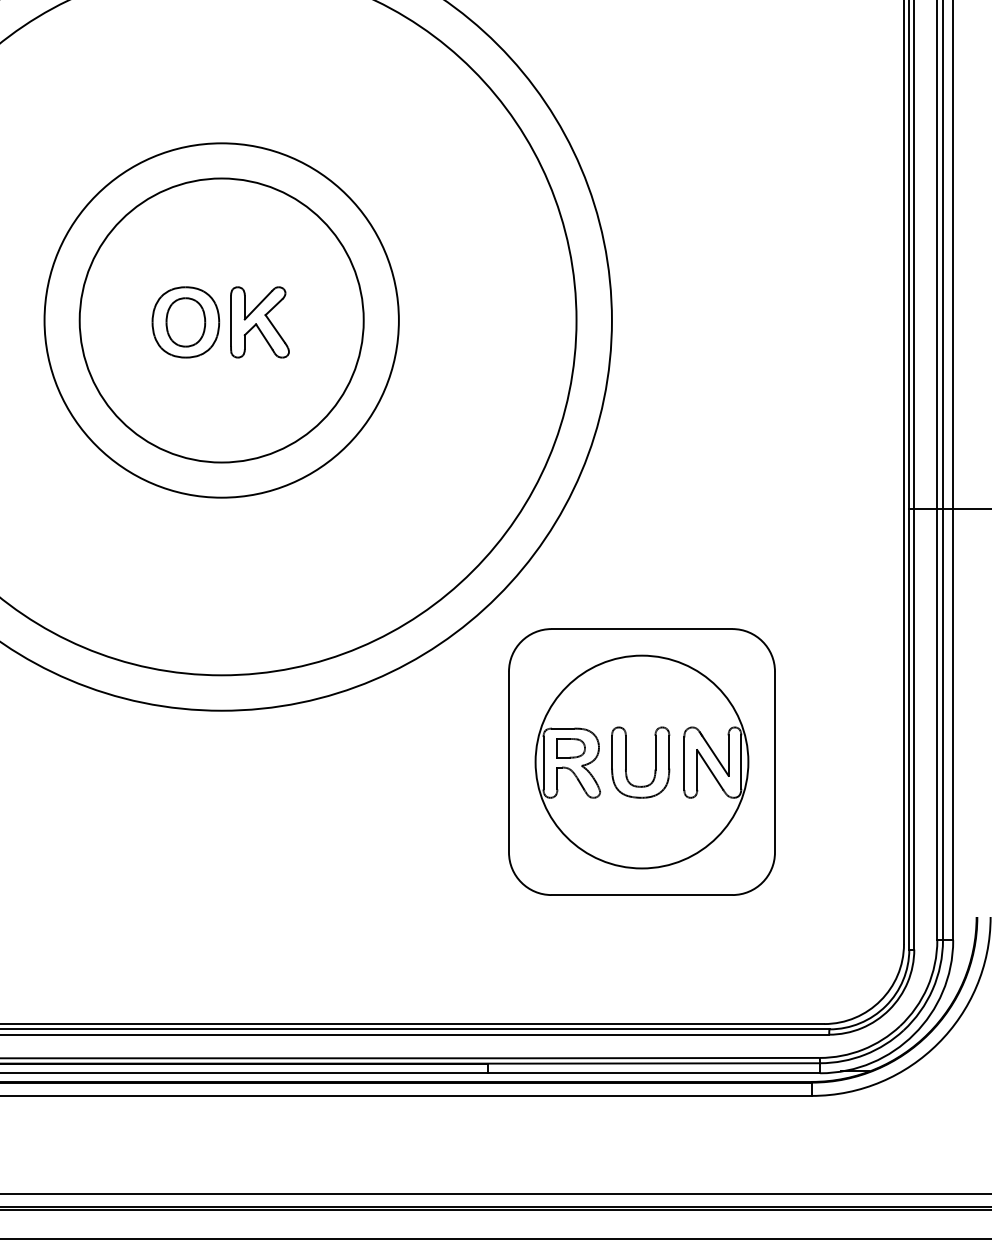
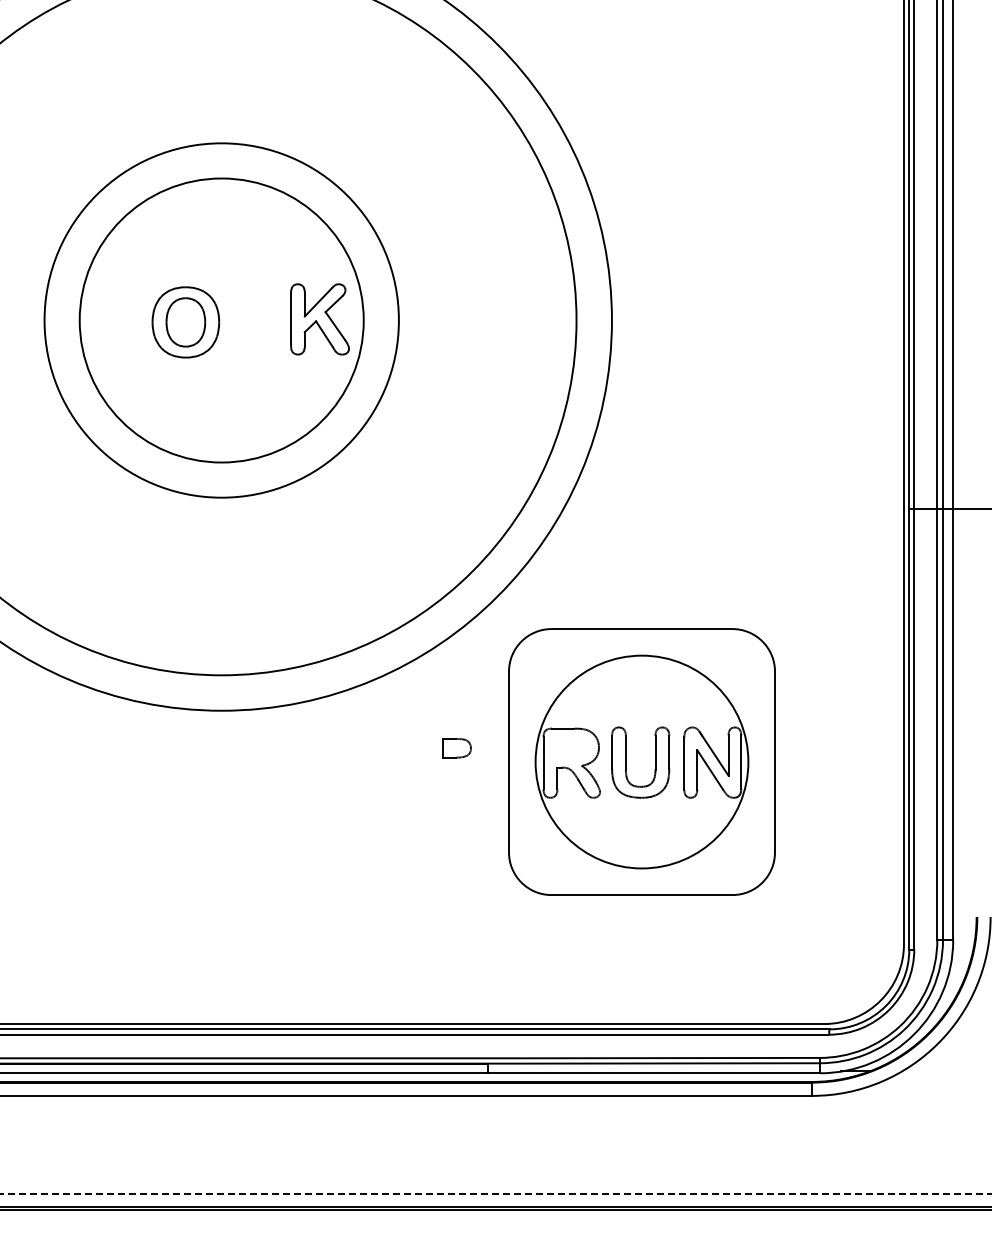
part at (259, 322) position: (259, 322) -> (319, 319)
part at (570, 748) position: (570, 748) -> (456, 748)
line at (495, 1194): solid -> dashed
line at (495, 1238): present -> none
